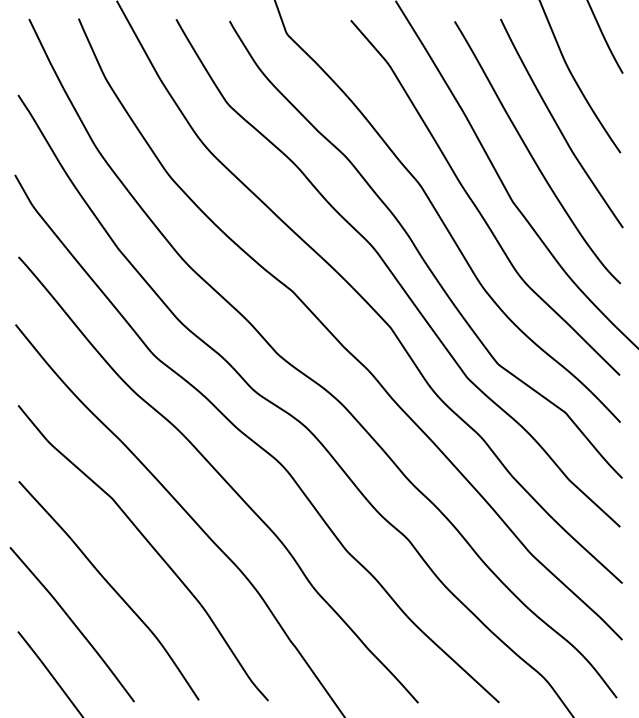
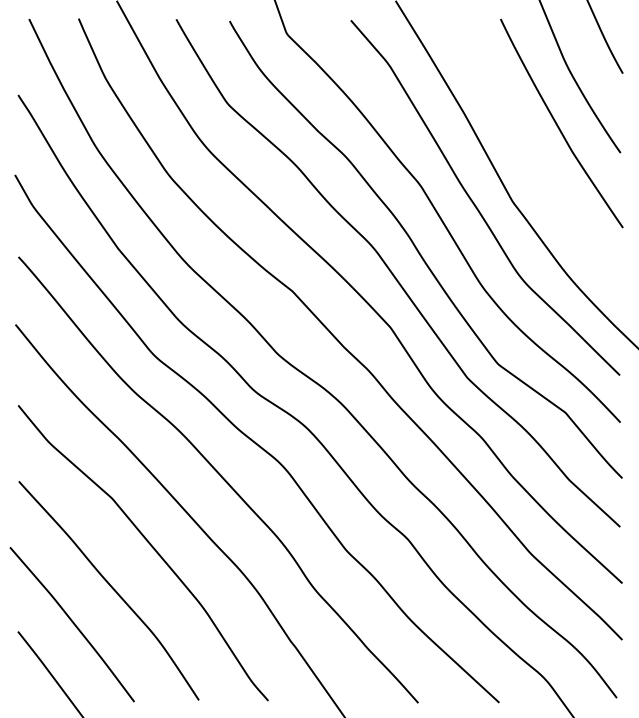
curve at (532, 155): present -> none
